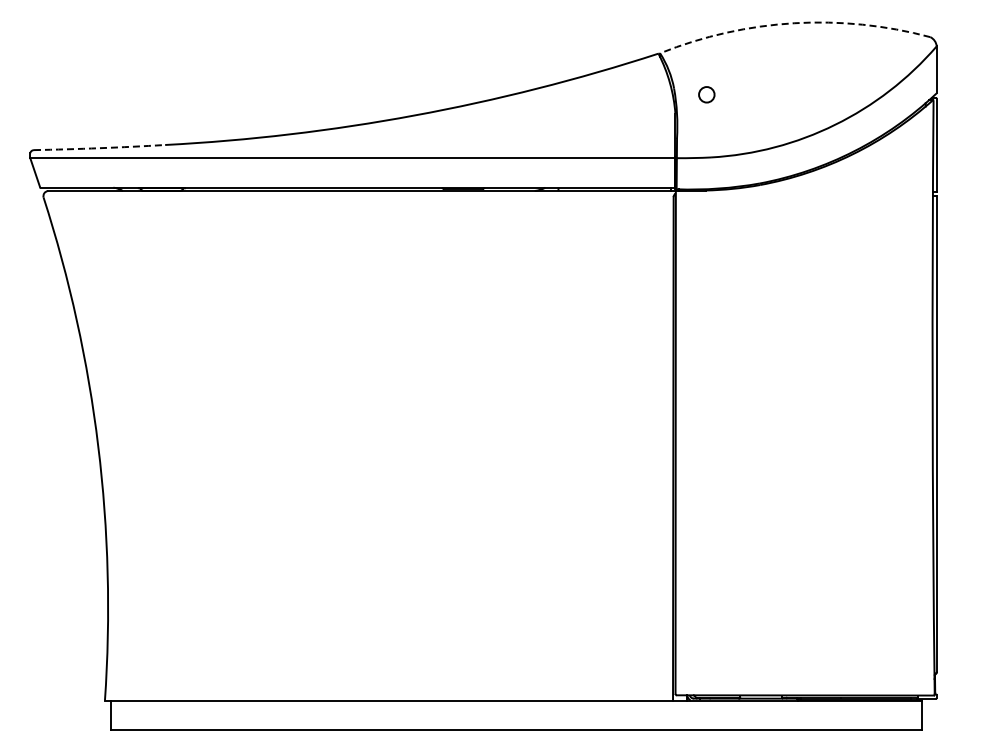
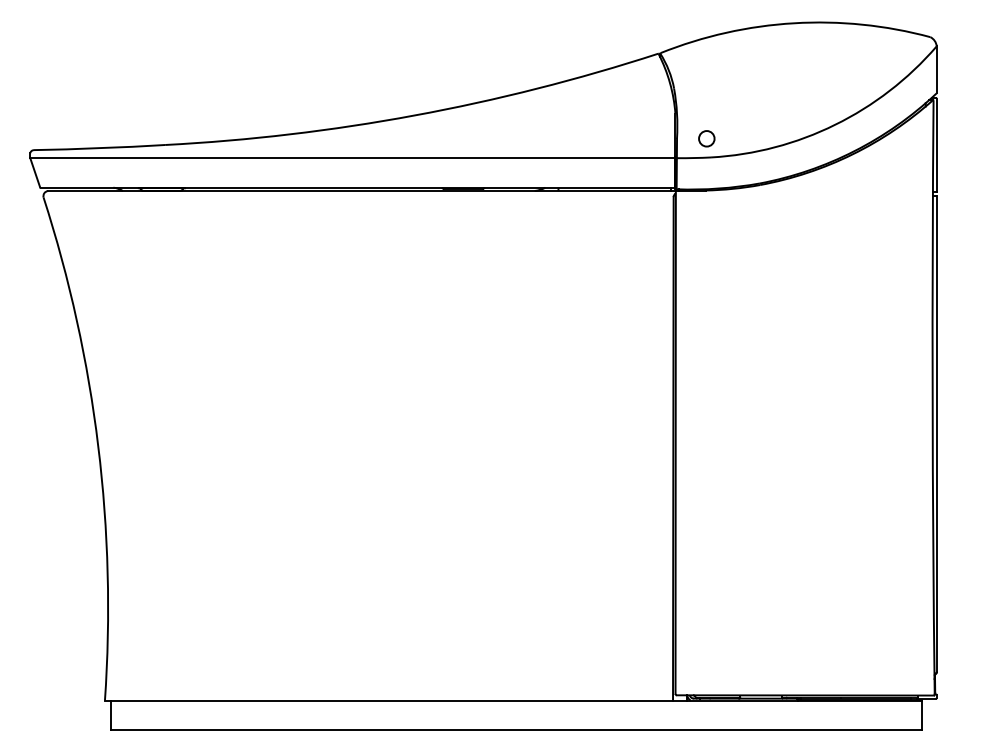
arc at (794, 23): dashed -> solid
circle at (706, 94) position: (706, 94) -> (706, 138)
arc at (99, 148): dashed -> solid
